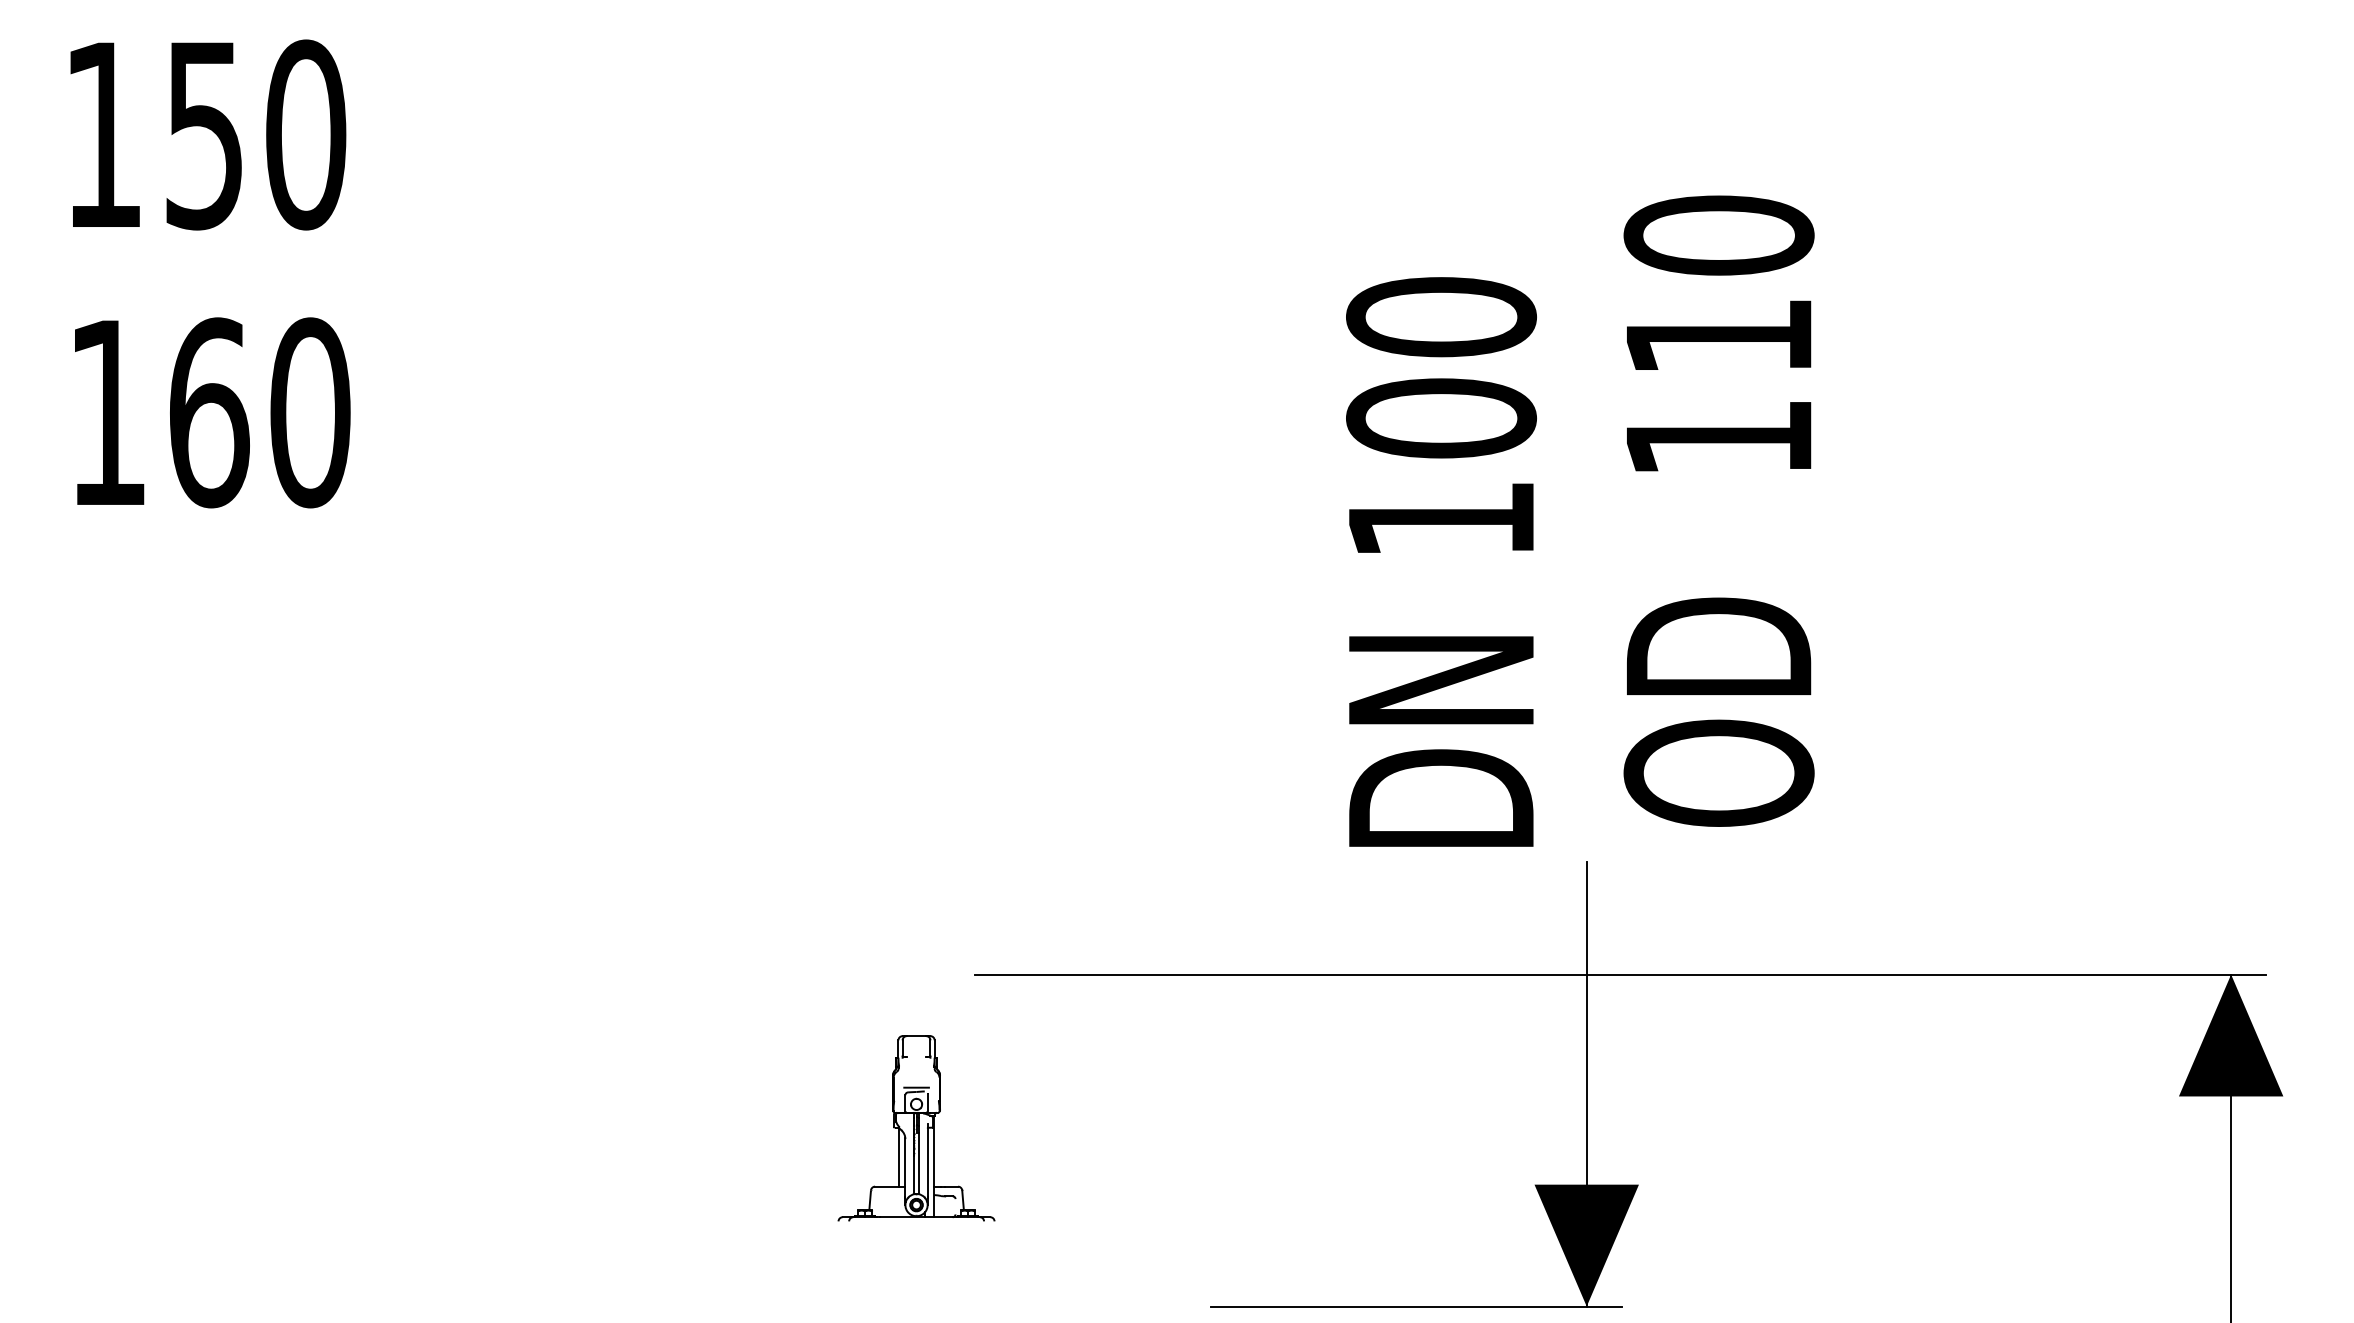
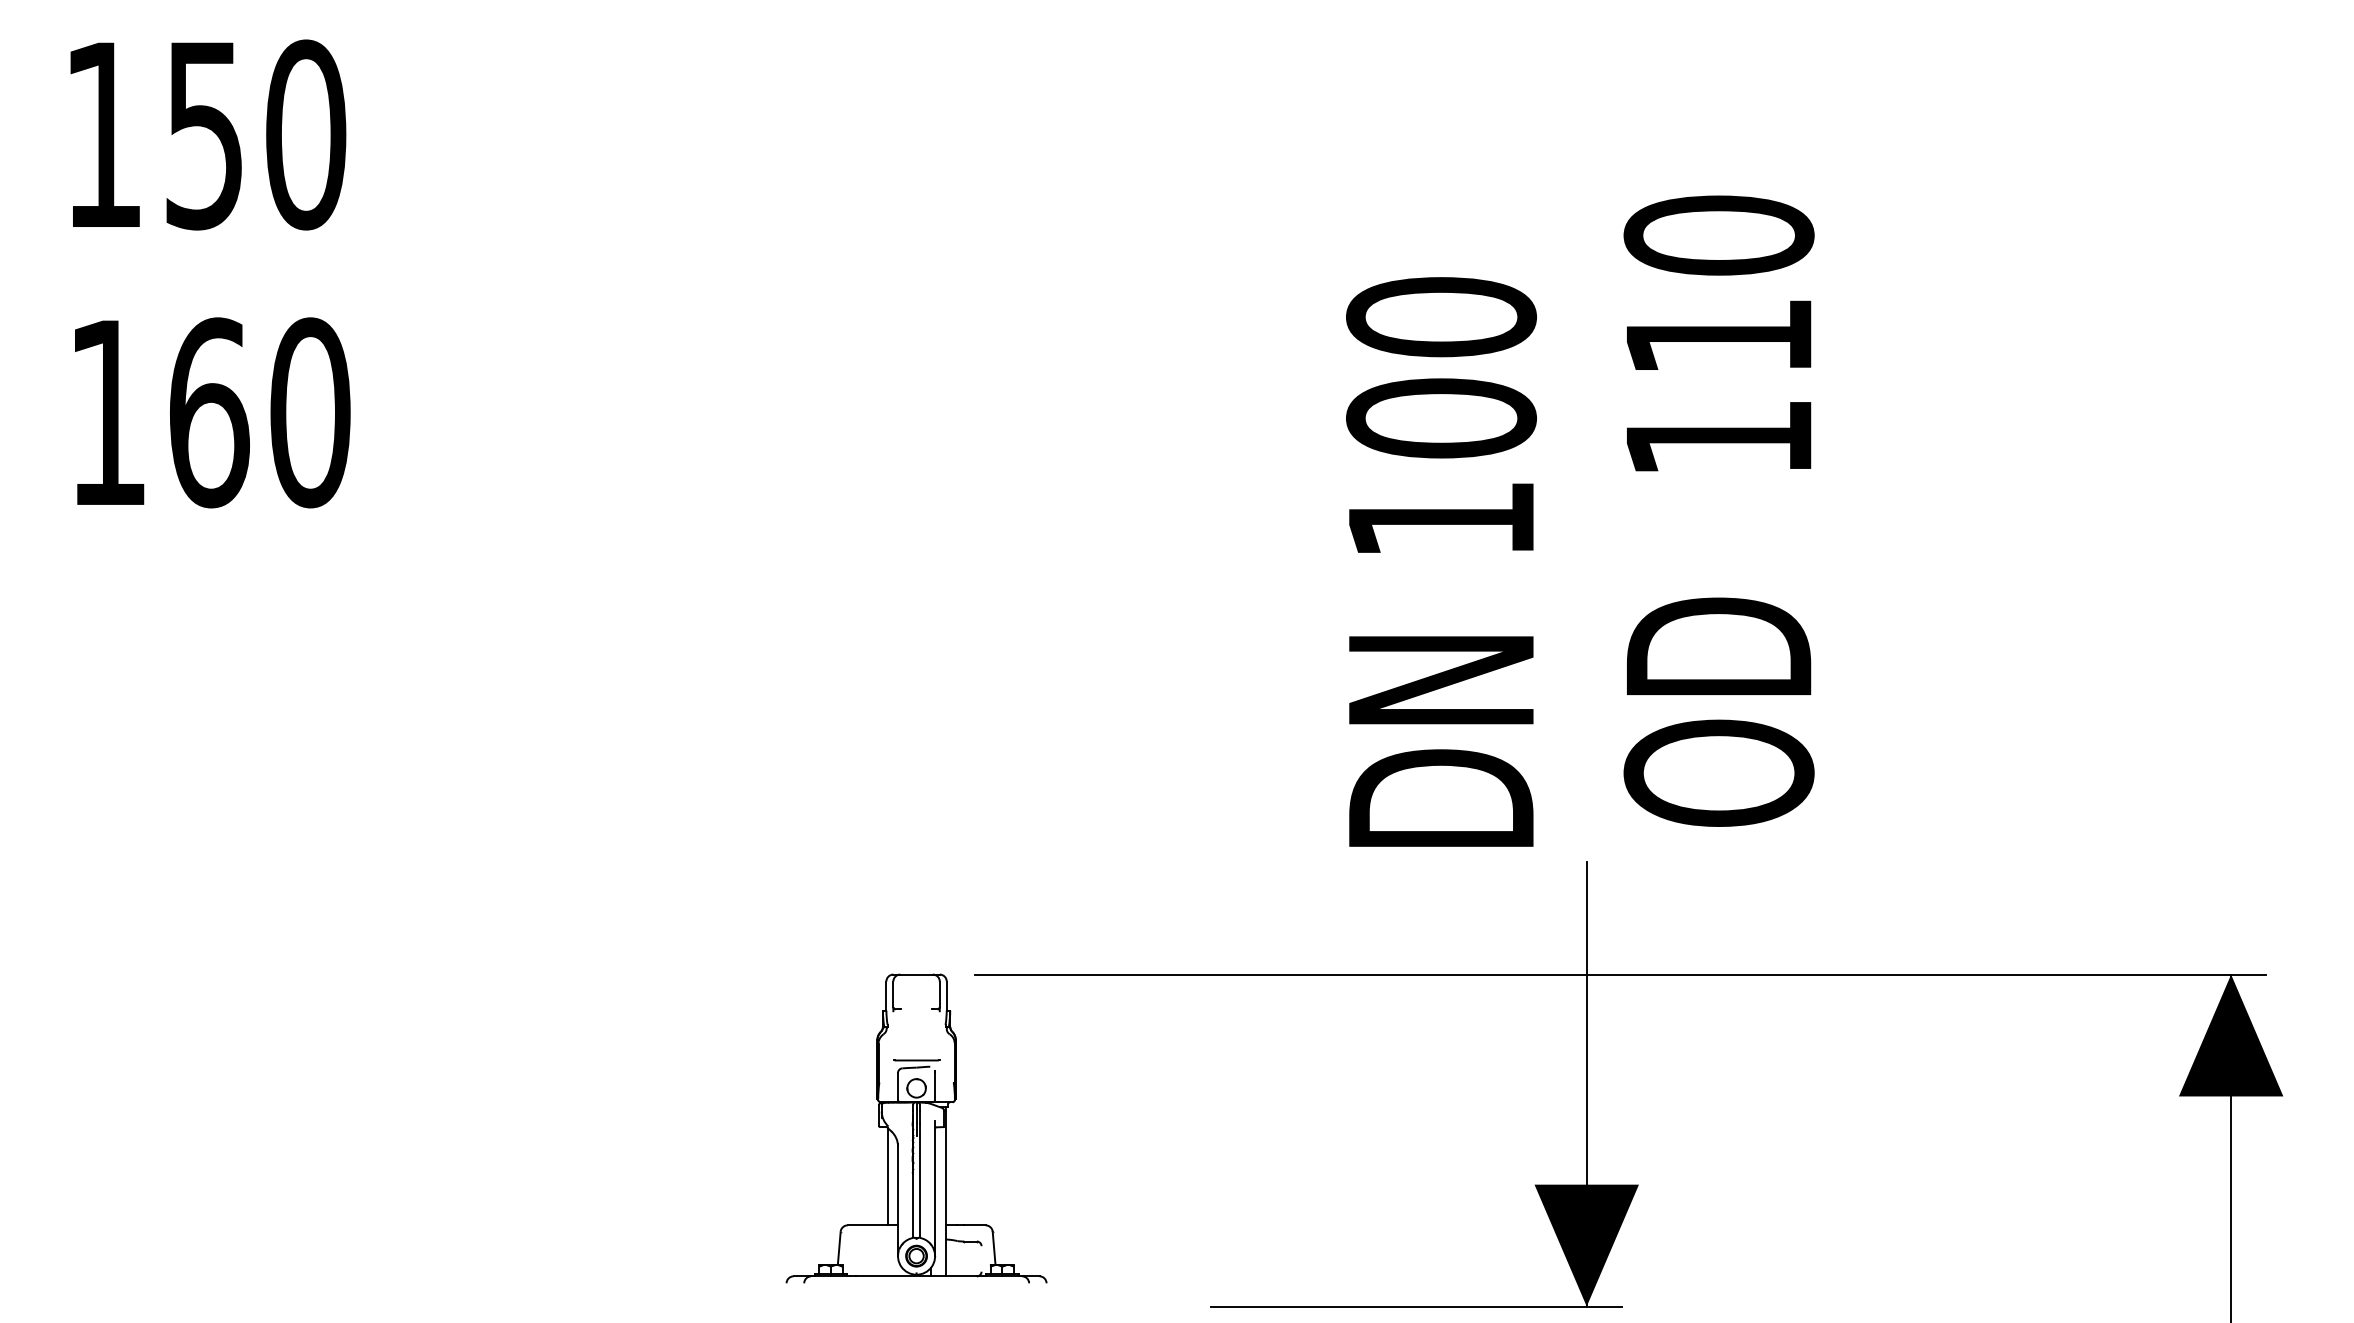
part at (916, 1128) size: 159x187 px -> 263x311 px
